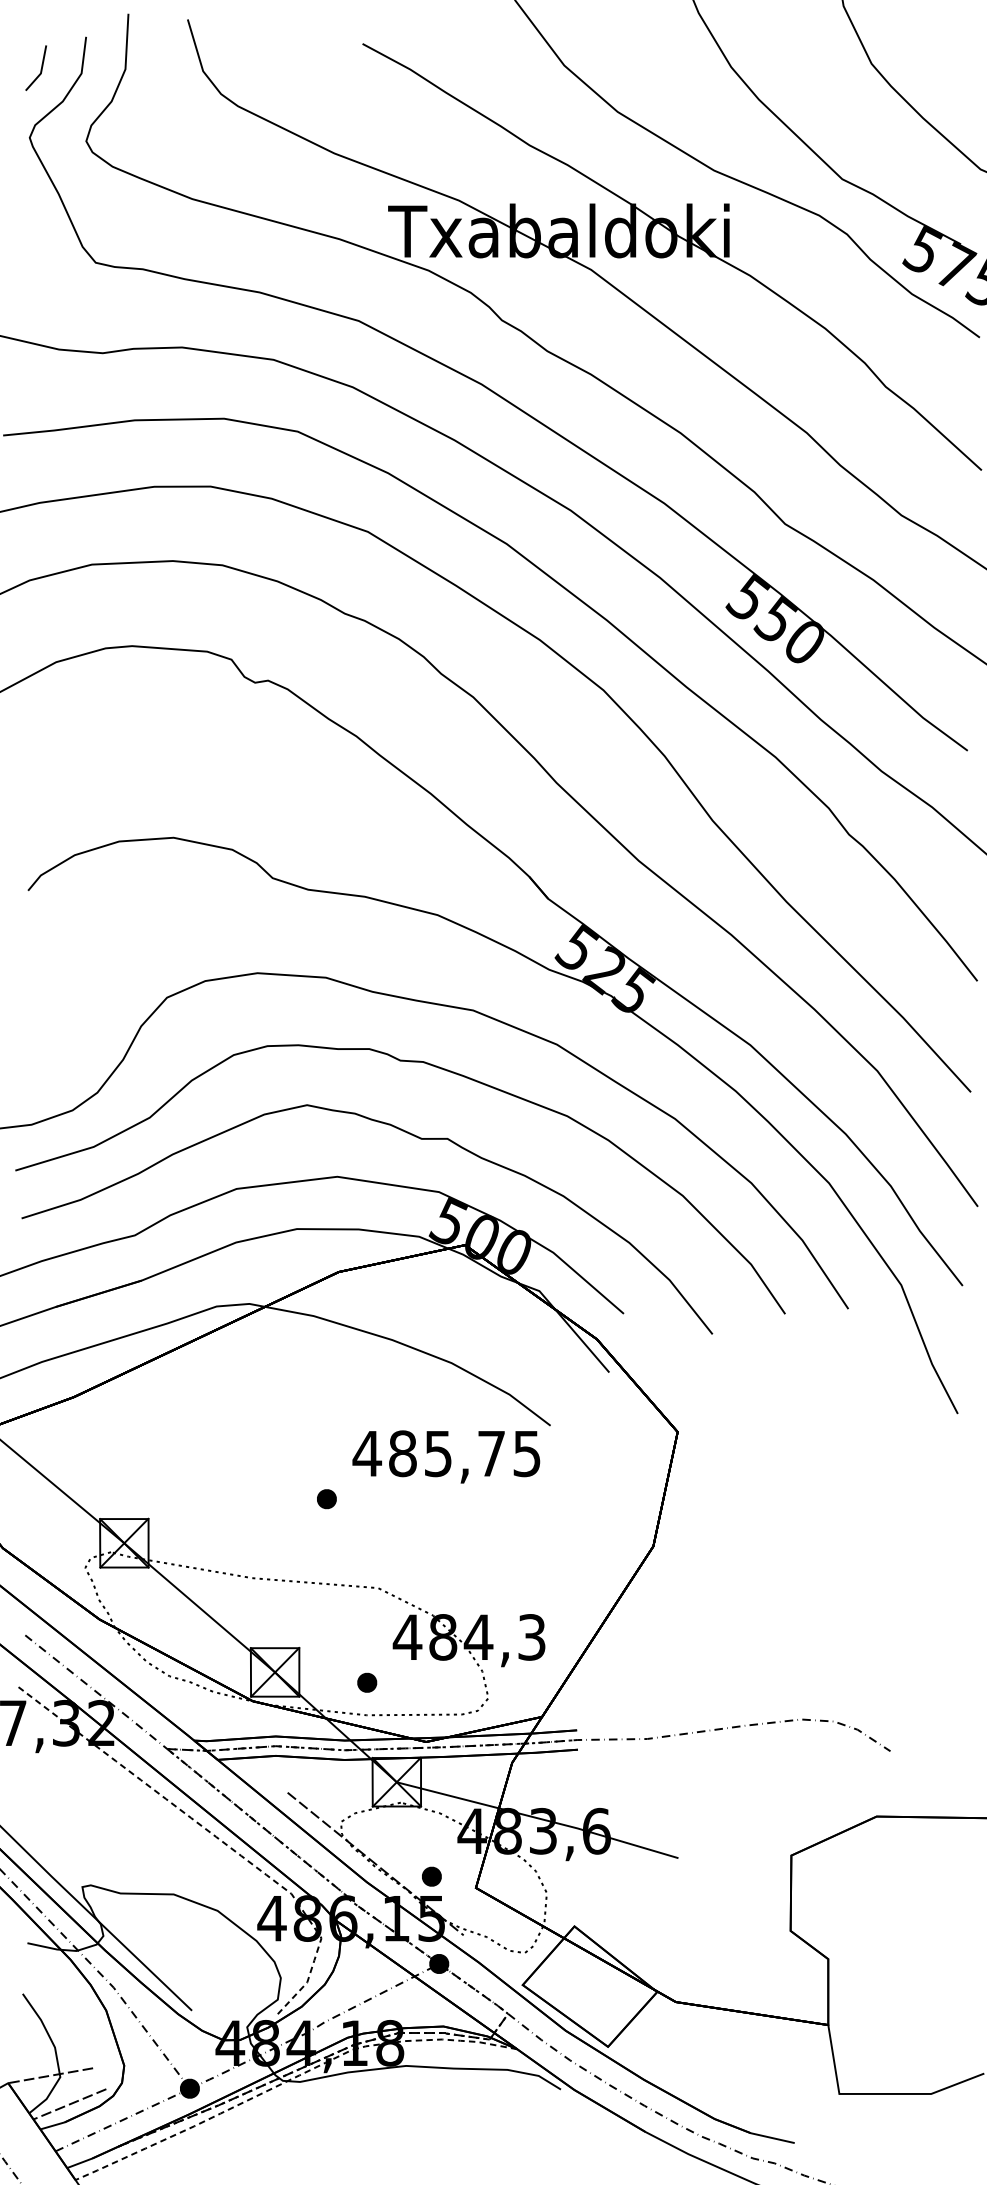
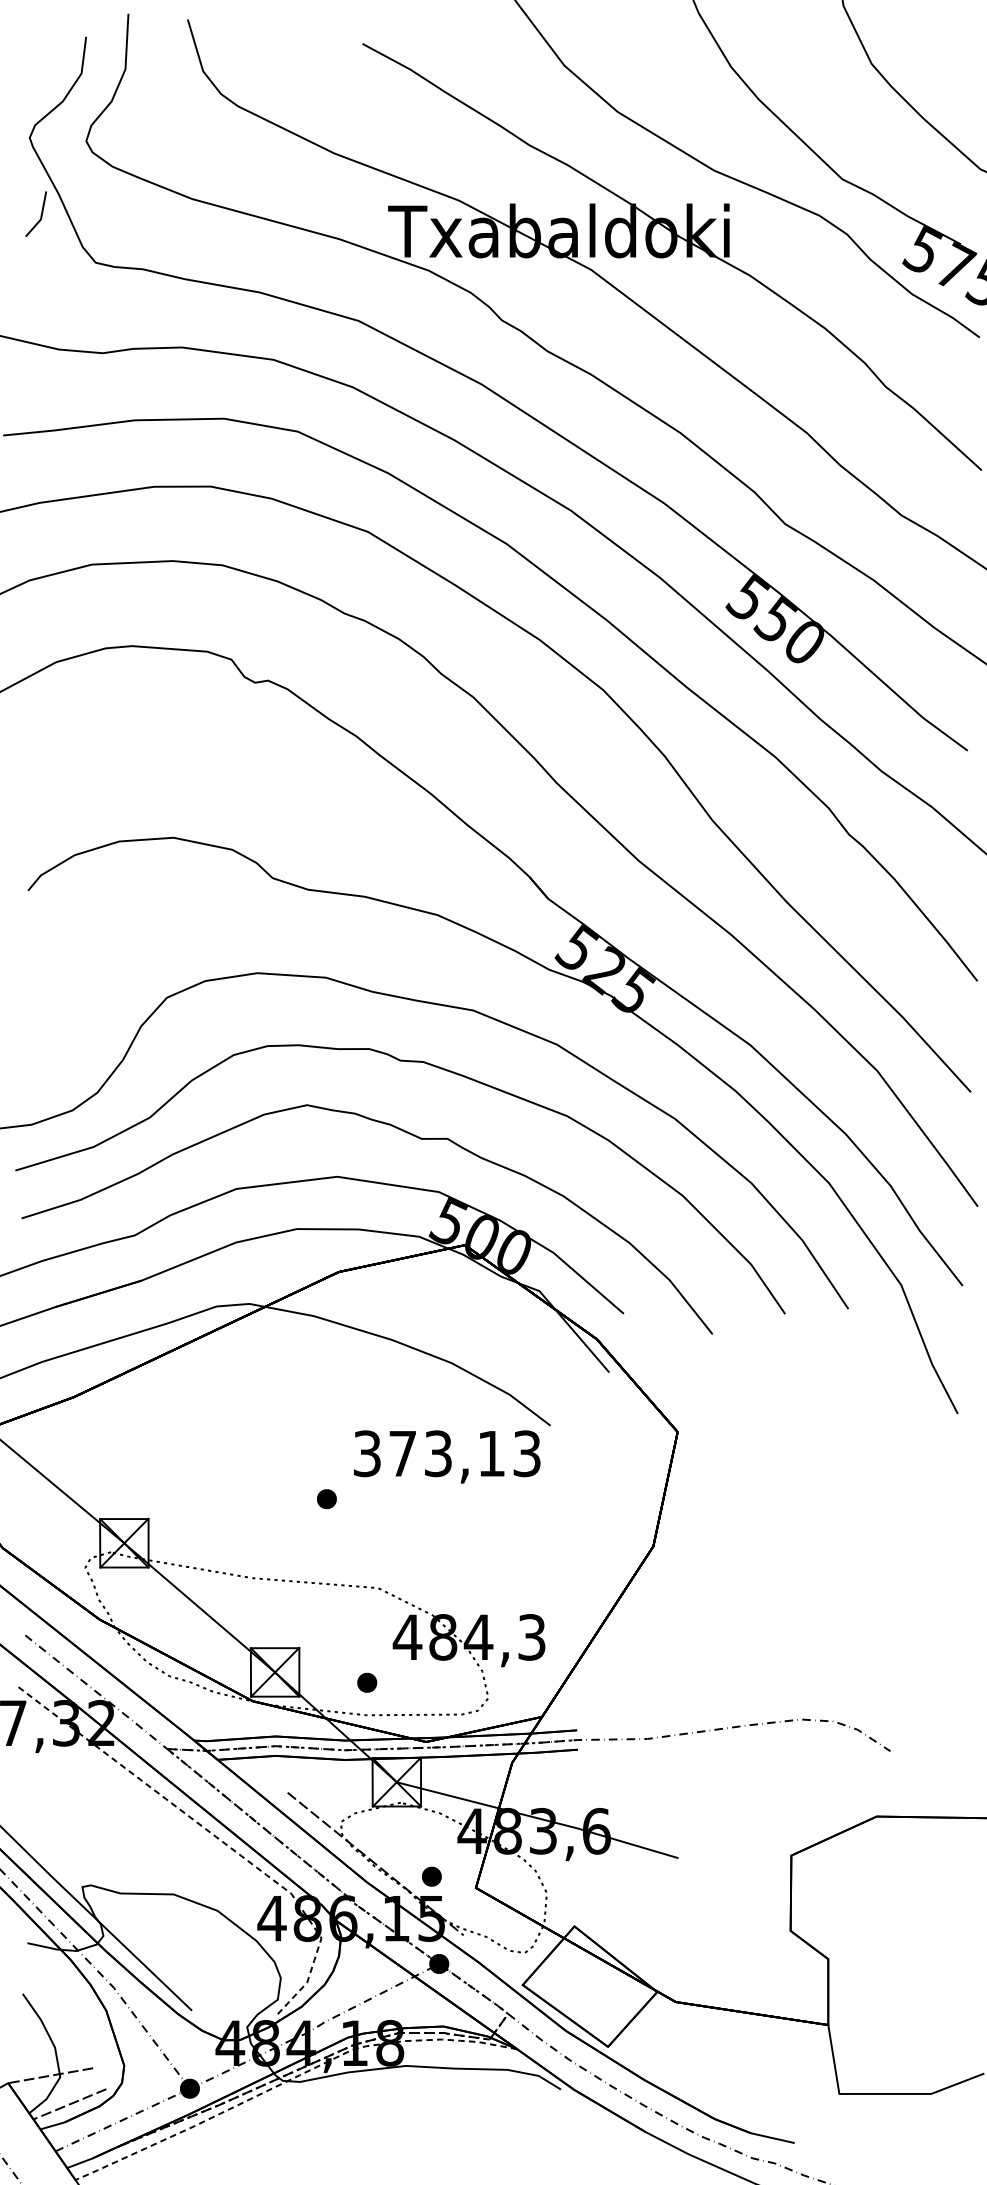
line at (40, 69) position: (40, 69) -> (40, 215)
text at (446, 1453): 485,75 -> 373,13
